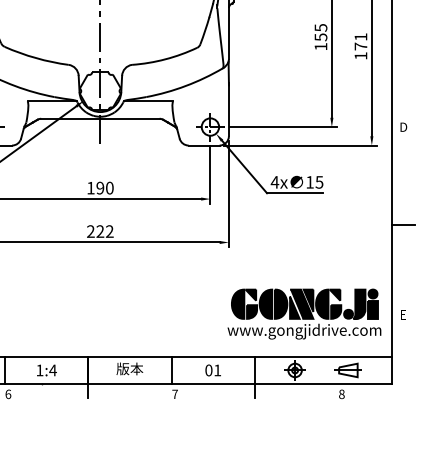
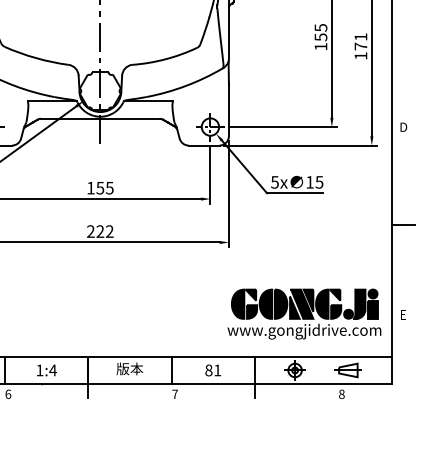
text at (274, 182): 4x -> 5x
text at (104, 187): 190 -> 155
text at (208, 370): 01 -> 81
